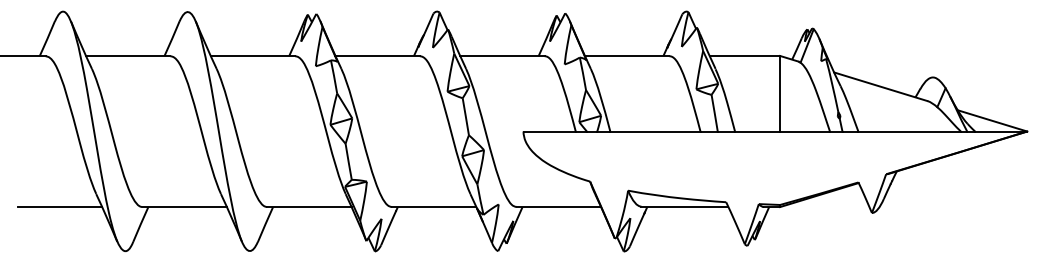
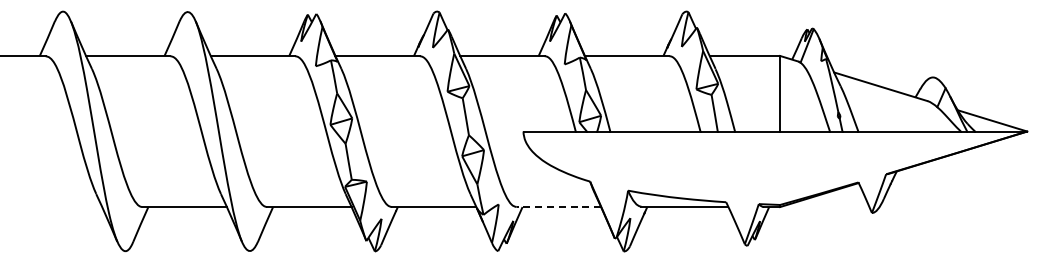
line at (59, 207): present -> none
line at (558, 207): solid -> dashed
